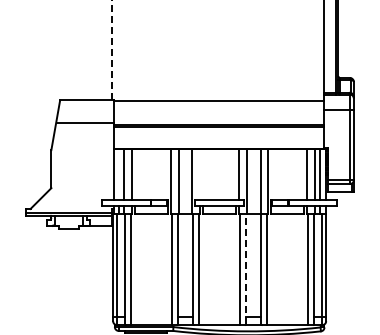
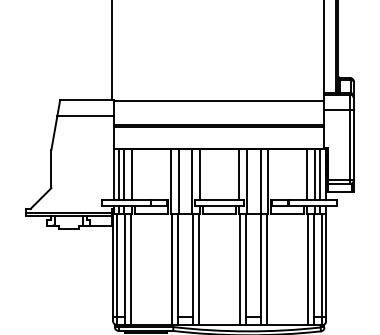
line at (111, 50): dashed -> solid
line at (85, 122) position: (85, 122) -> (85, 115)
line at (119, 174): none -> present
line at (200, 174): none -> present
line at (245, 268): dashed -> solid
